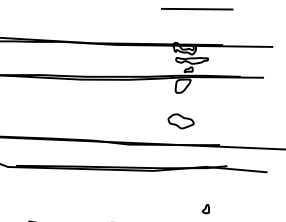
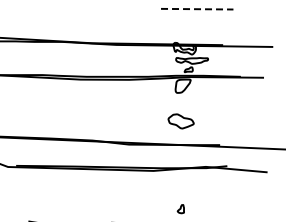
line at (197, 9): solid -> dashed
part at (205, 209) position: (205, 209) -> (180, 209)
